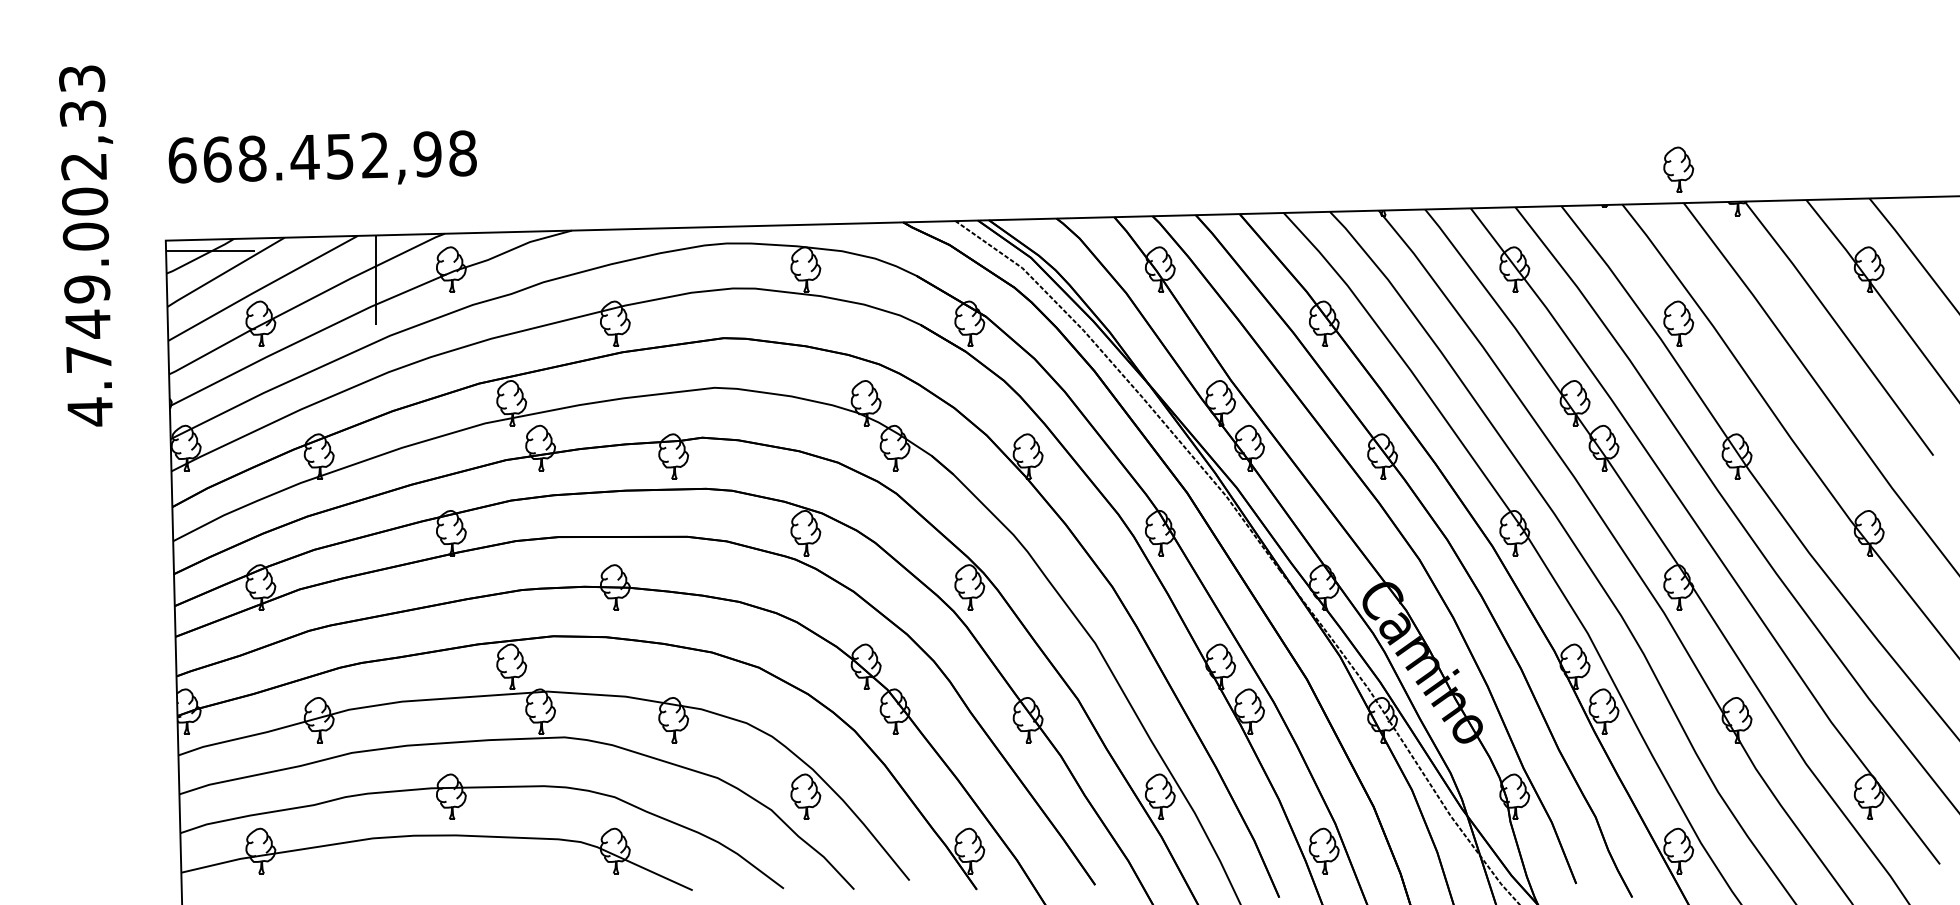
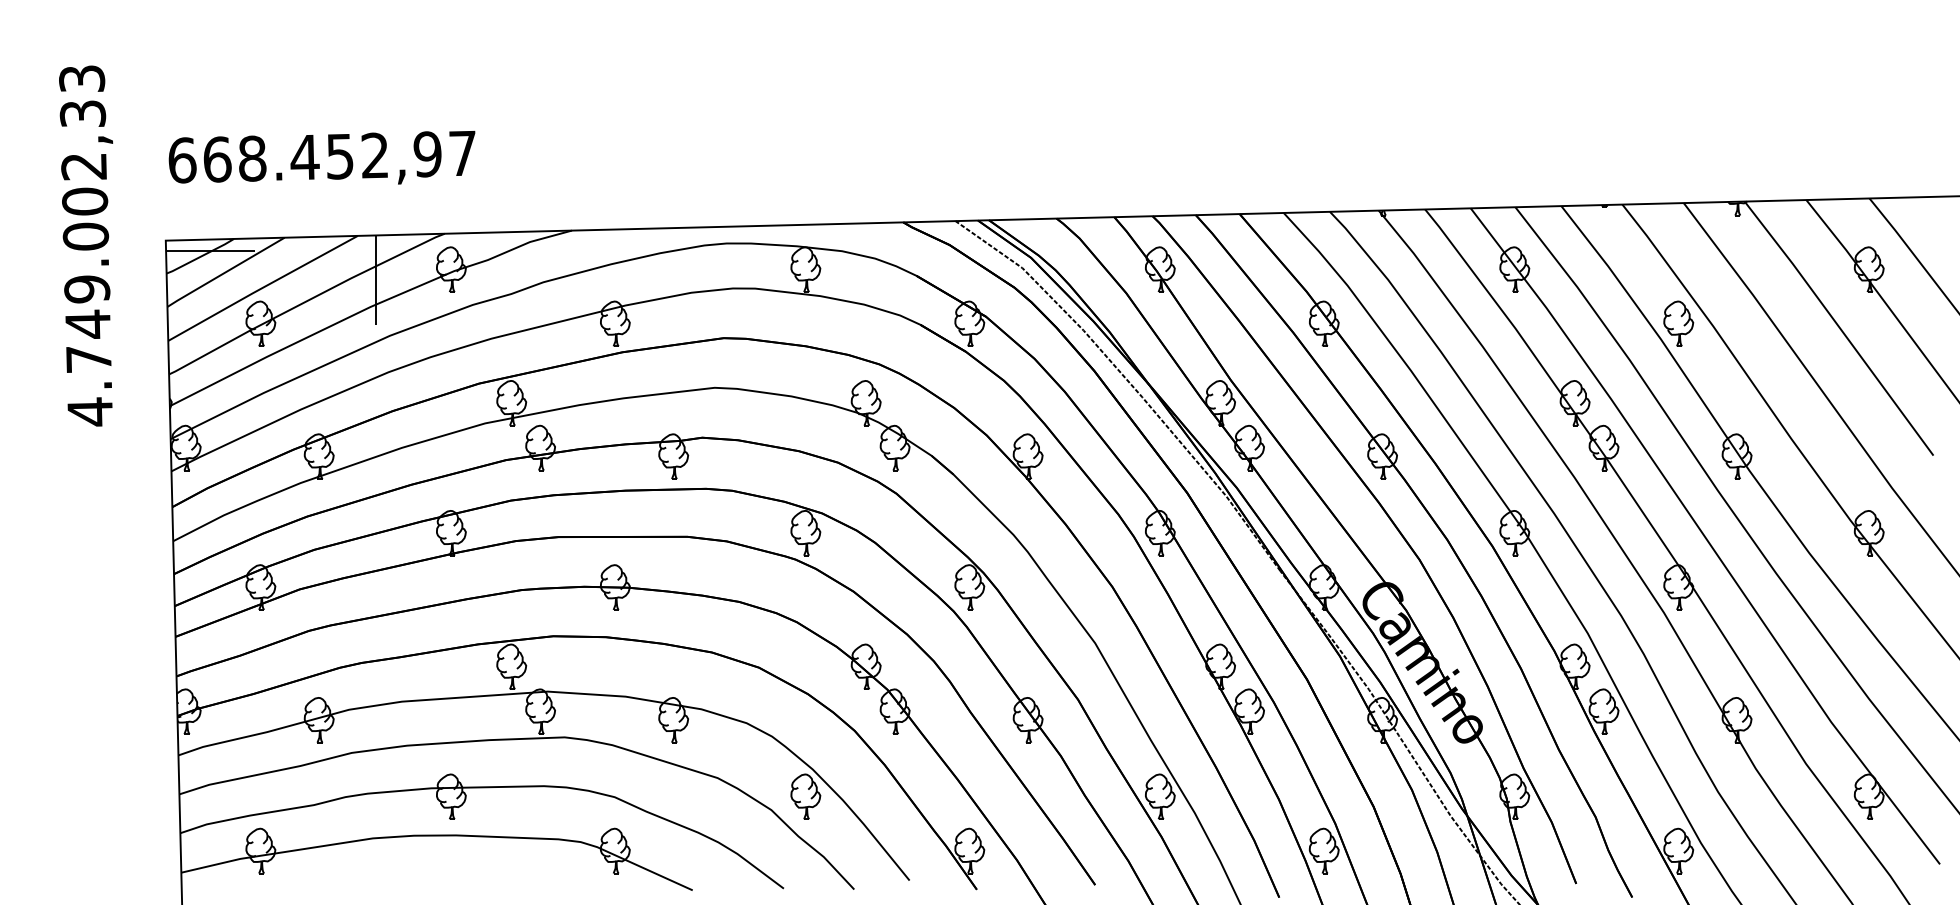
text at (462, 153): 668.452,98 -> 668.452,97
part at (1678, 169): present -> none
